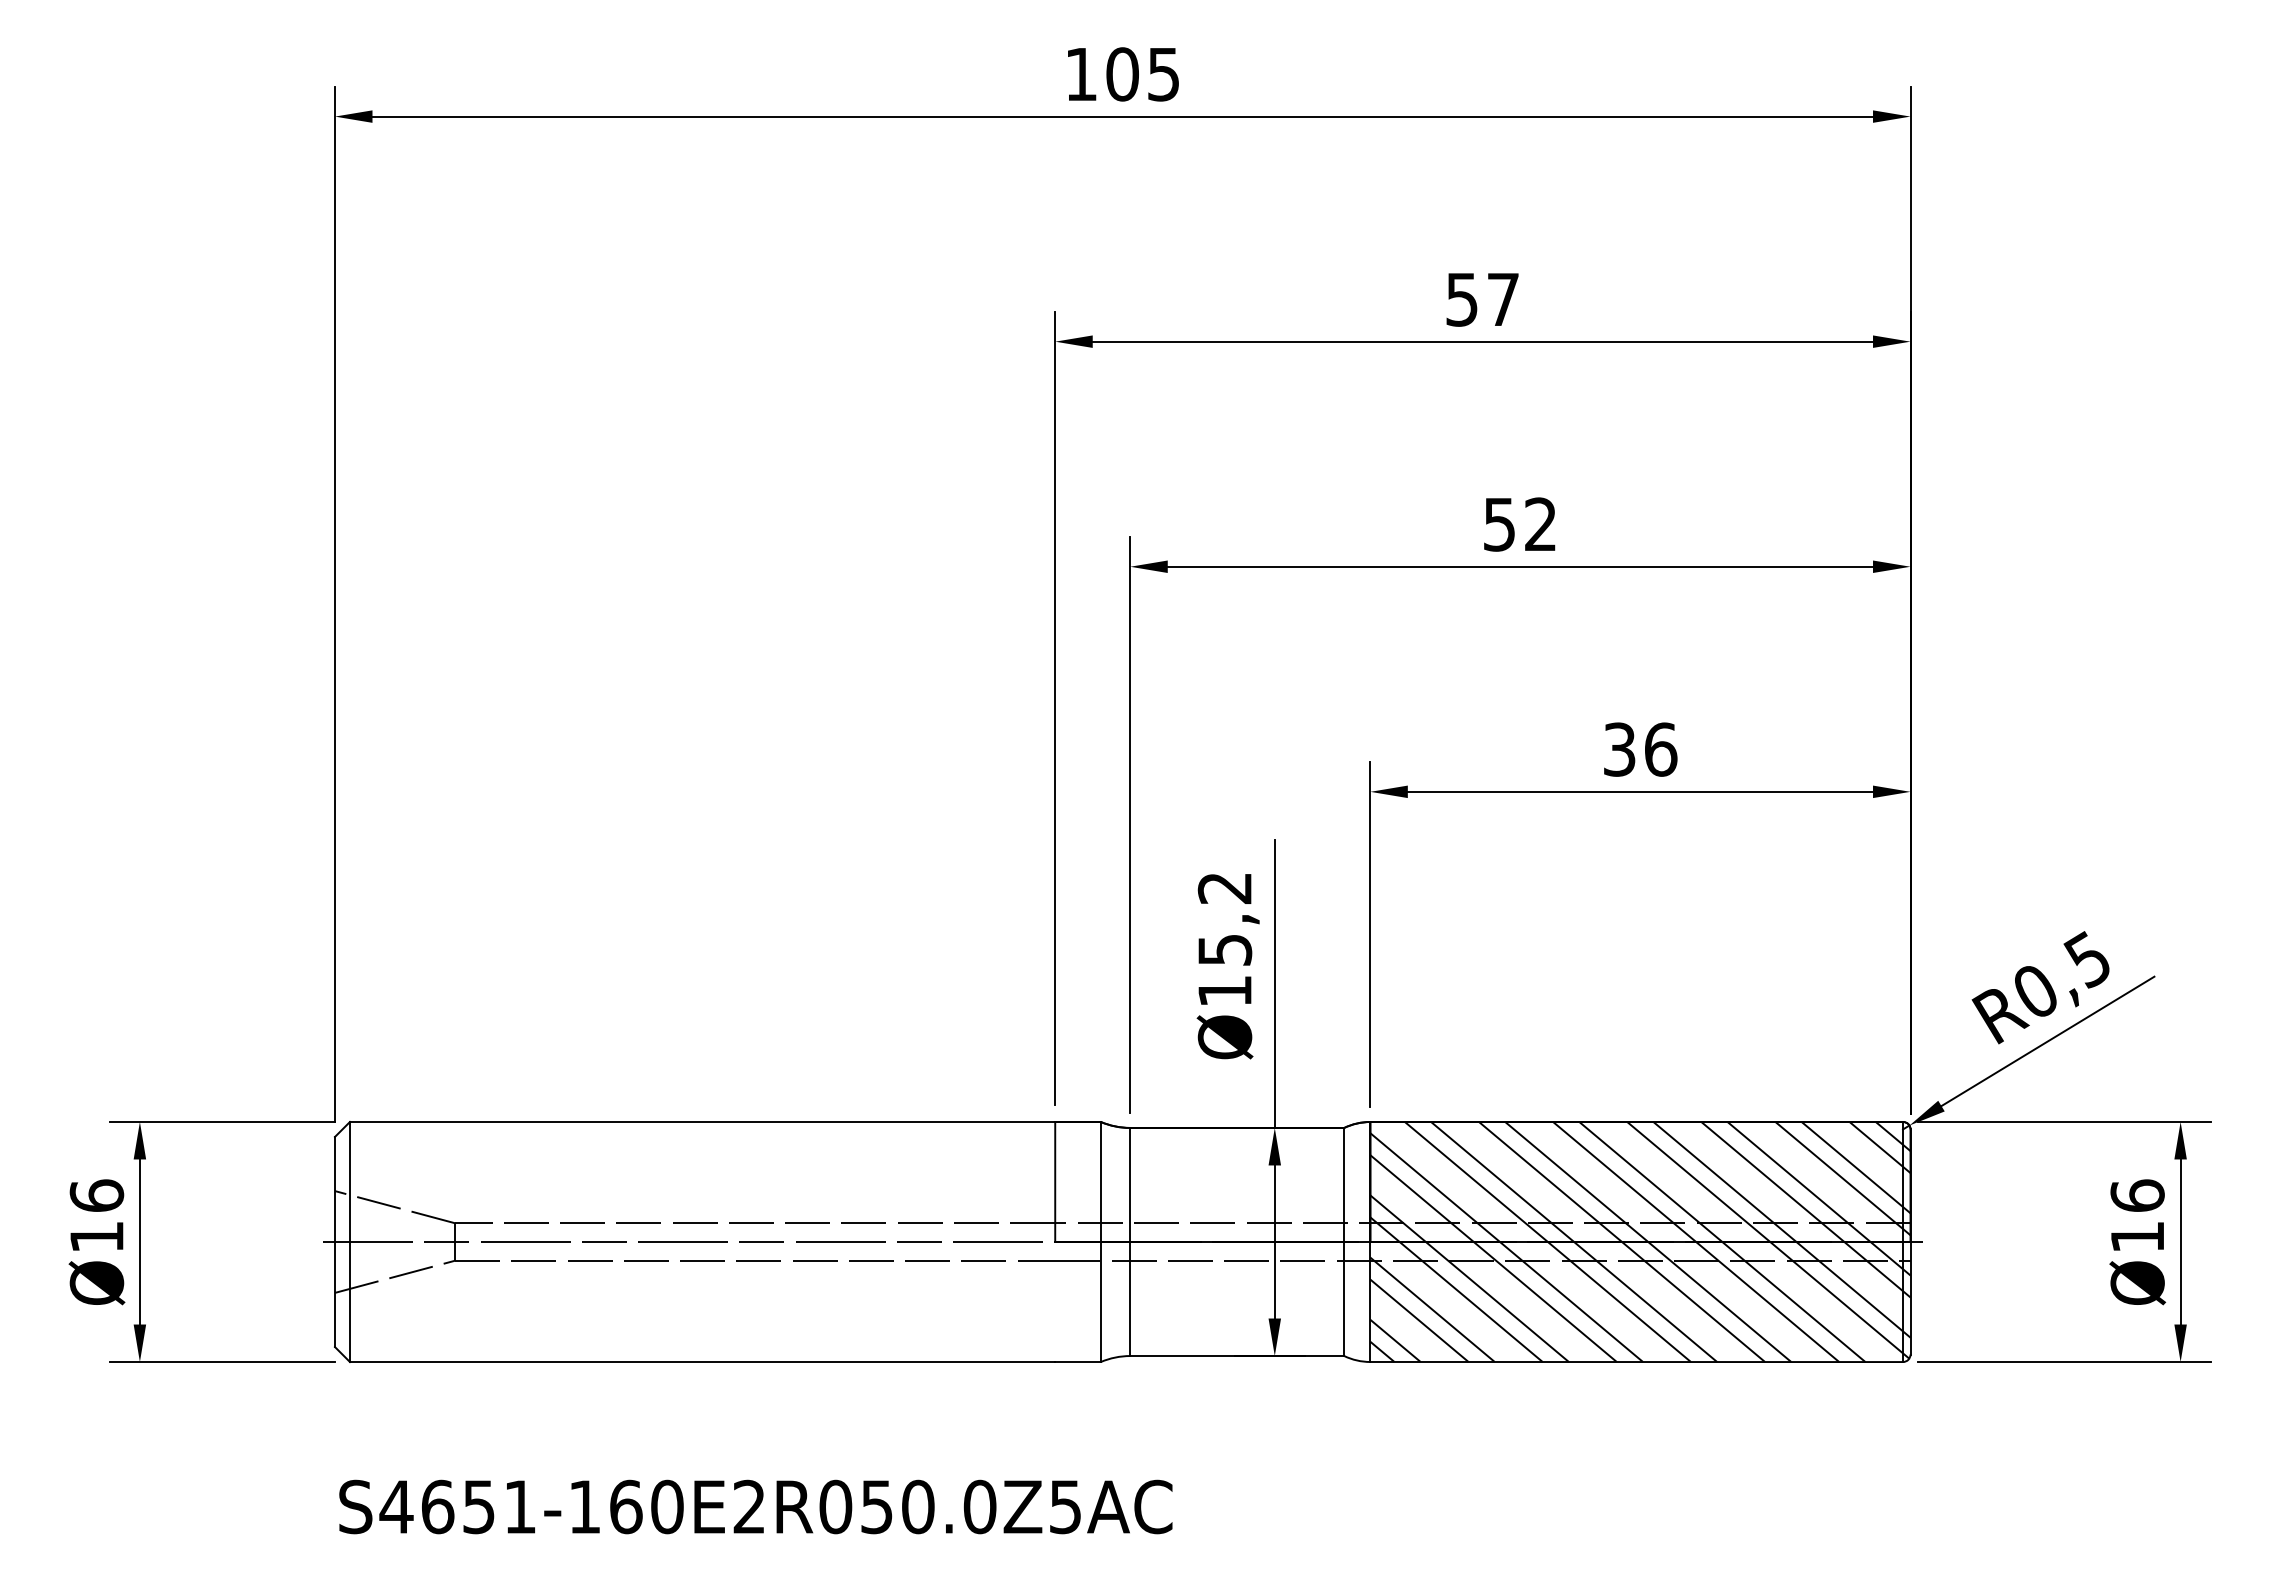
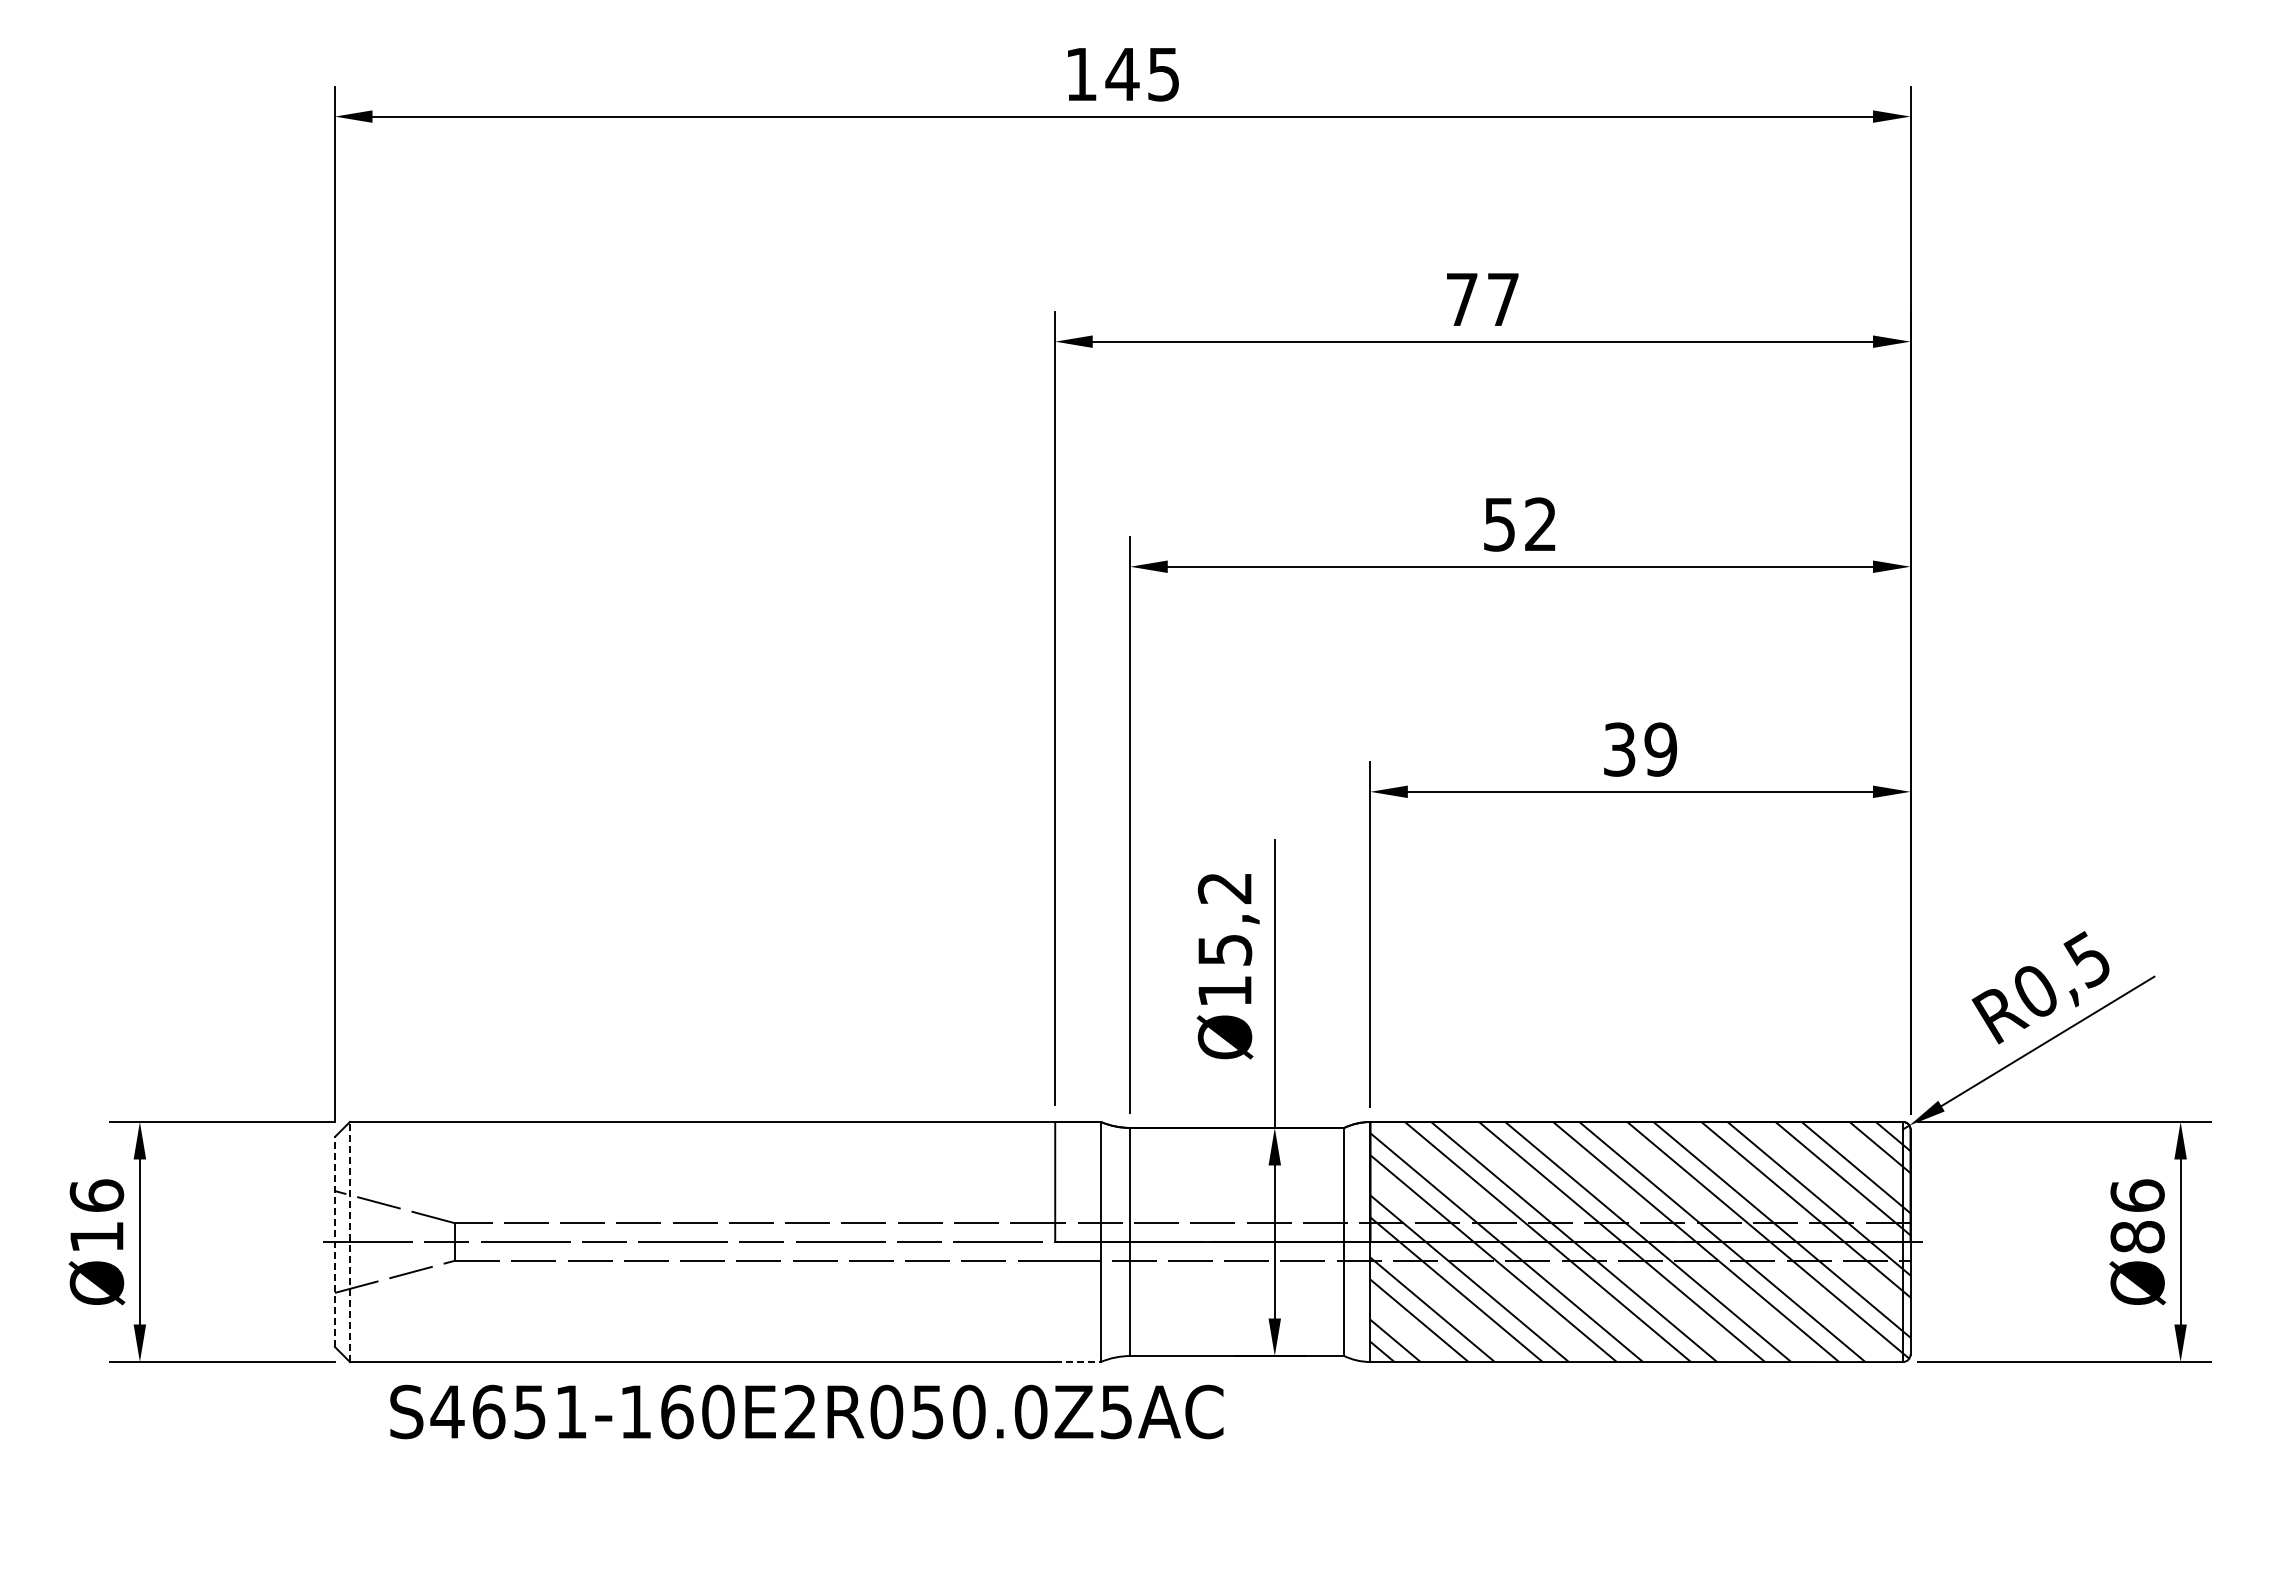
text at (1122, 74): 105 -> 145
text at (1461, 299): 57 -> 77
text at (1660, 749): 36 -> 39
text at (2137, 1237): Ø16 -> Ø86
line at (334, 1241): solid -> dashed
line at (349, 1241): solid -> dashed
line at (1078, 1362): solid -> dashed
text at (755, 1506) position: (755, 1506) -> (806, 1411)
